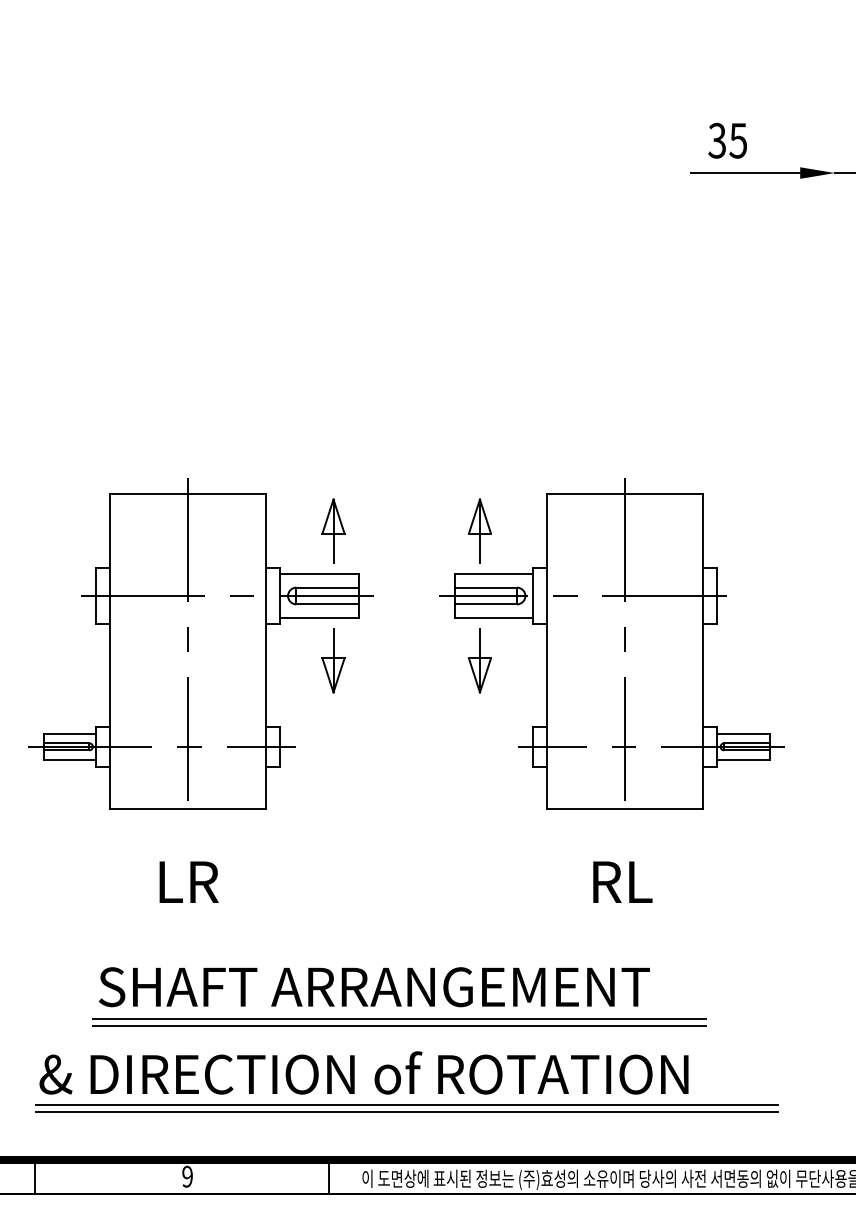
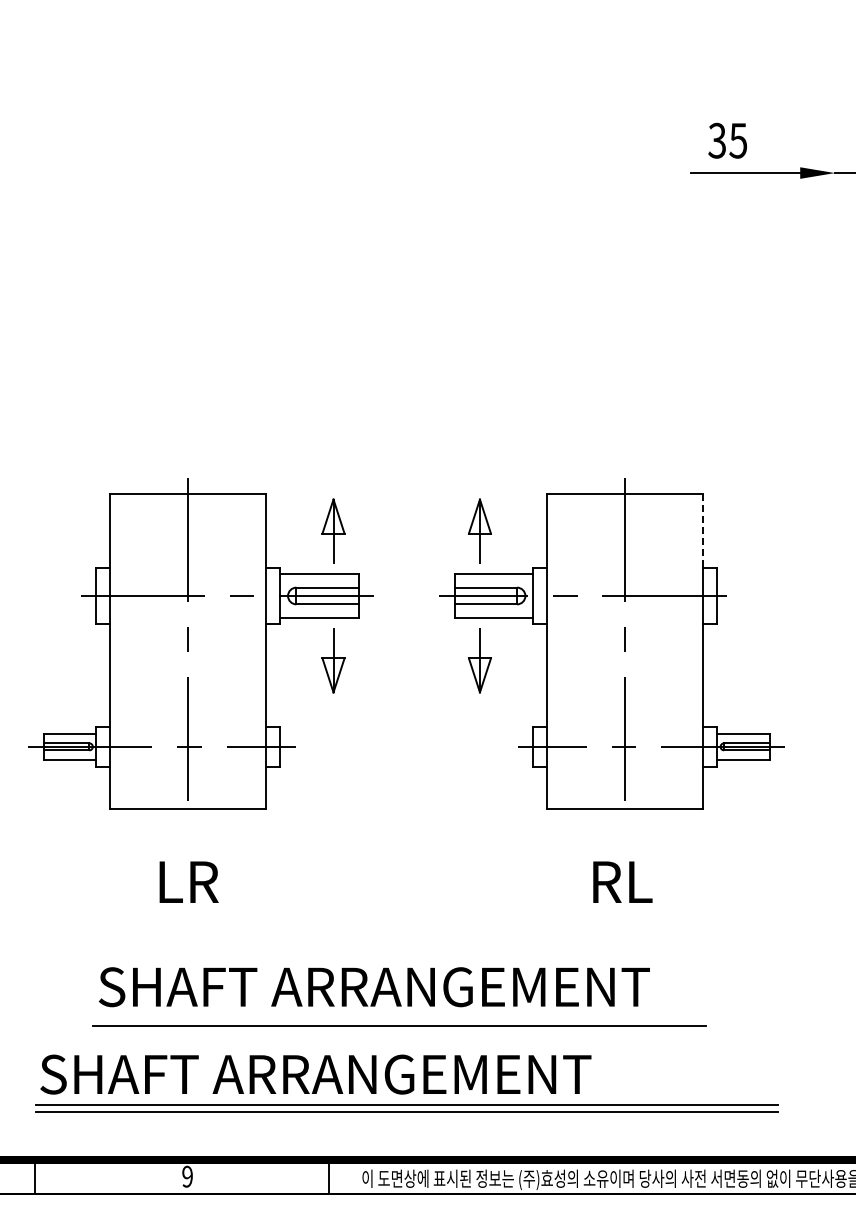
line at (703, 531): solid -> dashed
line at (399, 1018): present -> none
text at (363, 1072): & DIRECTION of ROTATION -> SHAFT ARRANGEMENT
